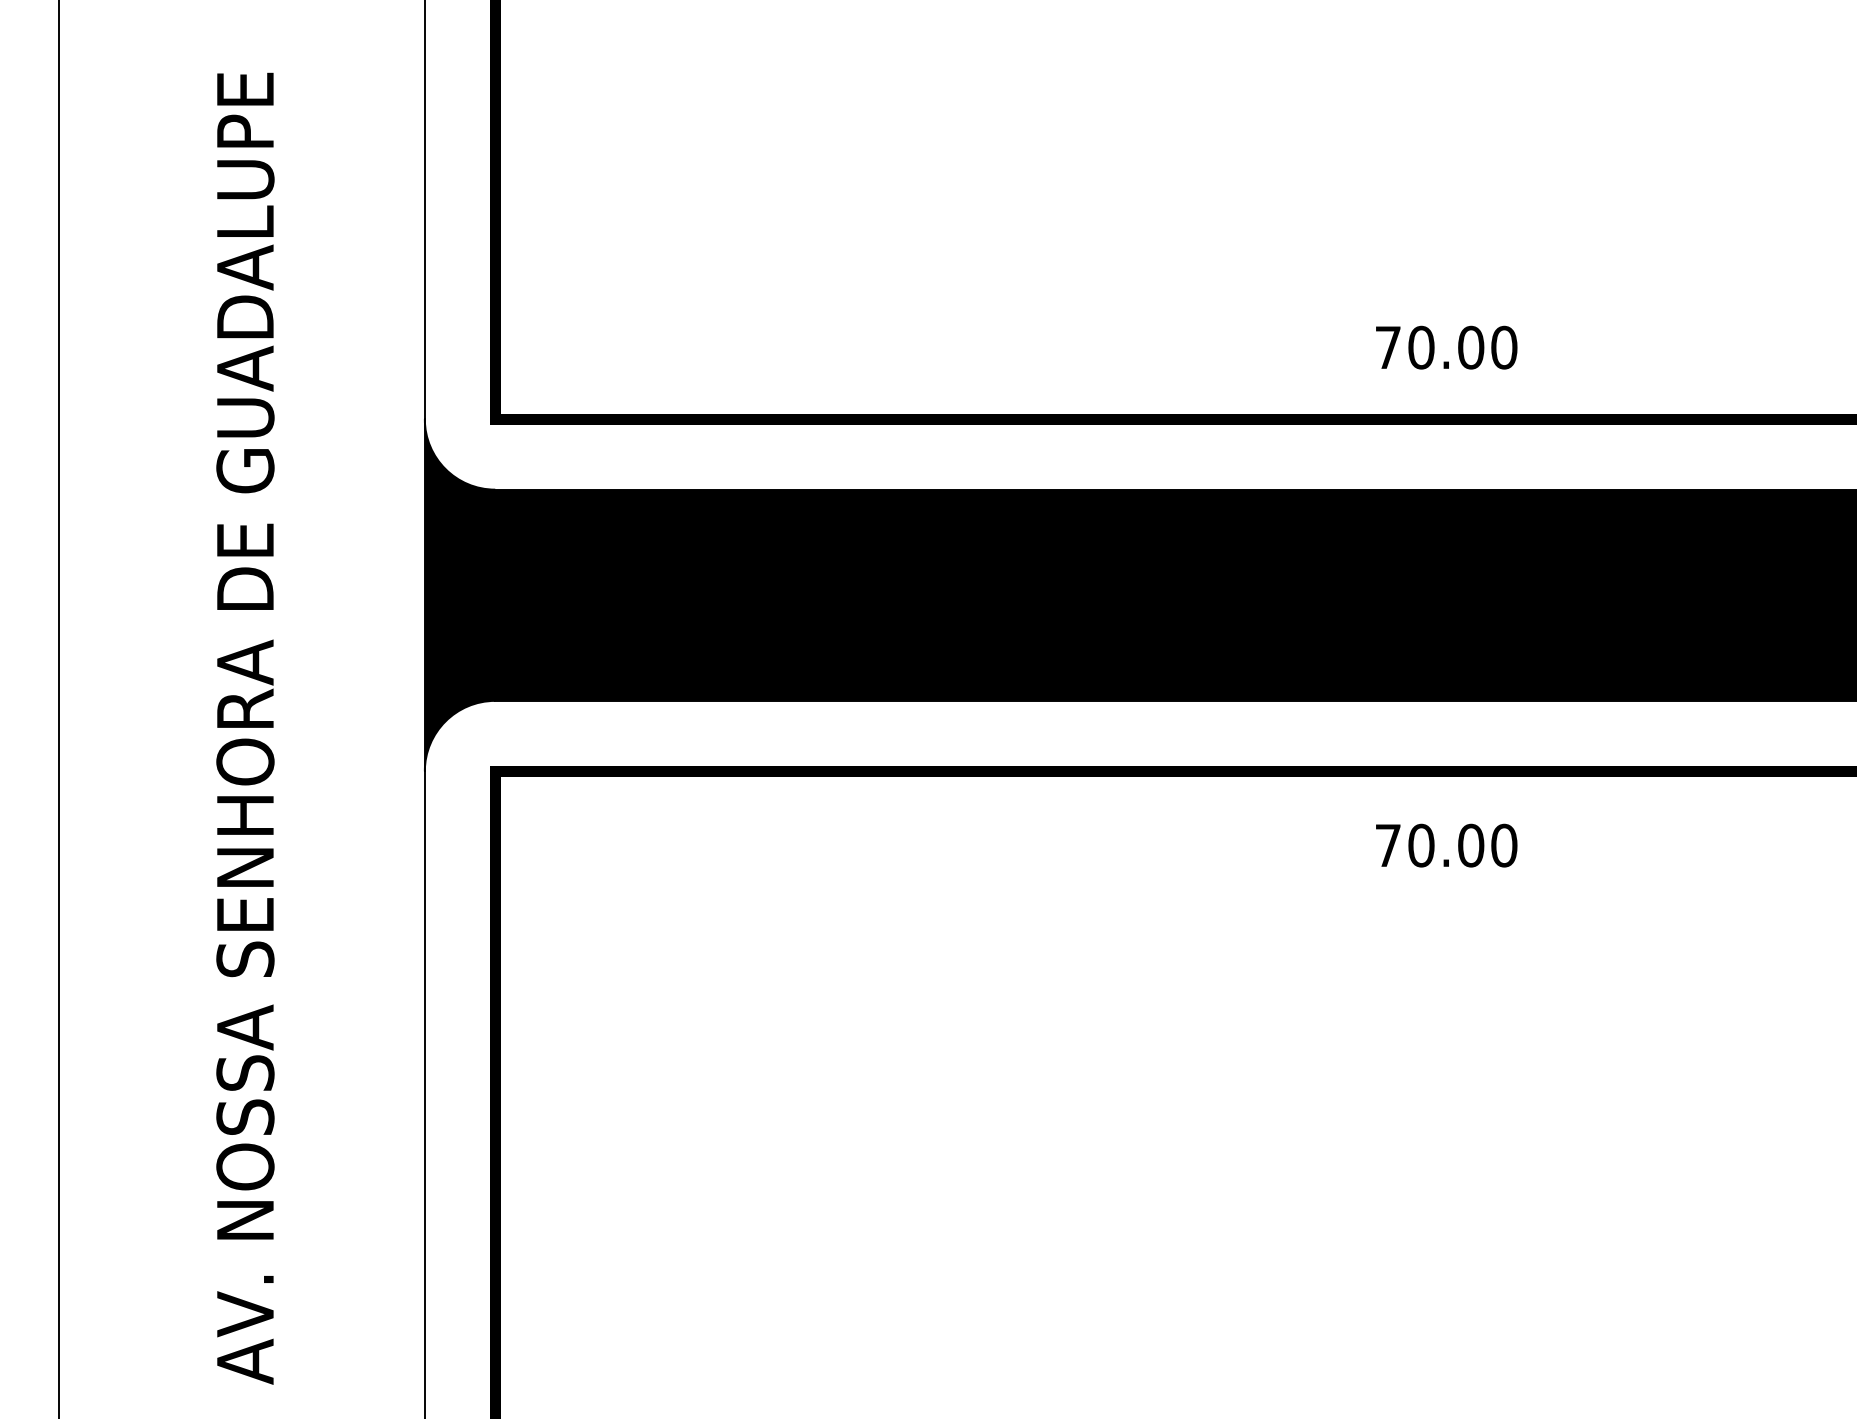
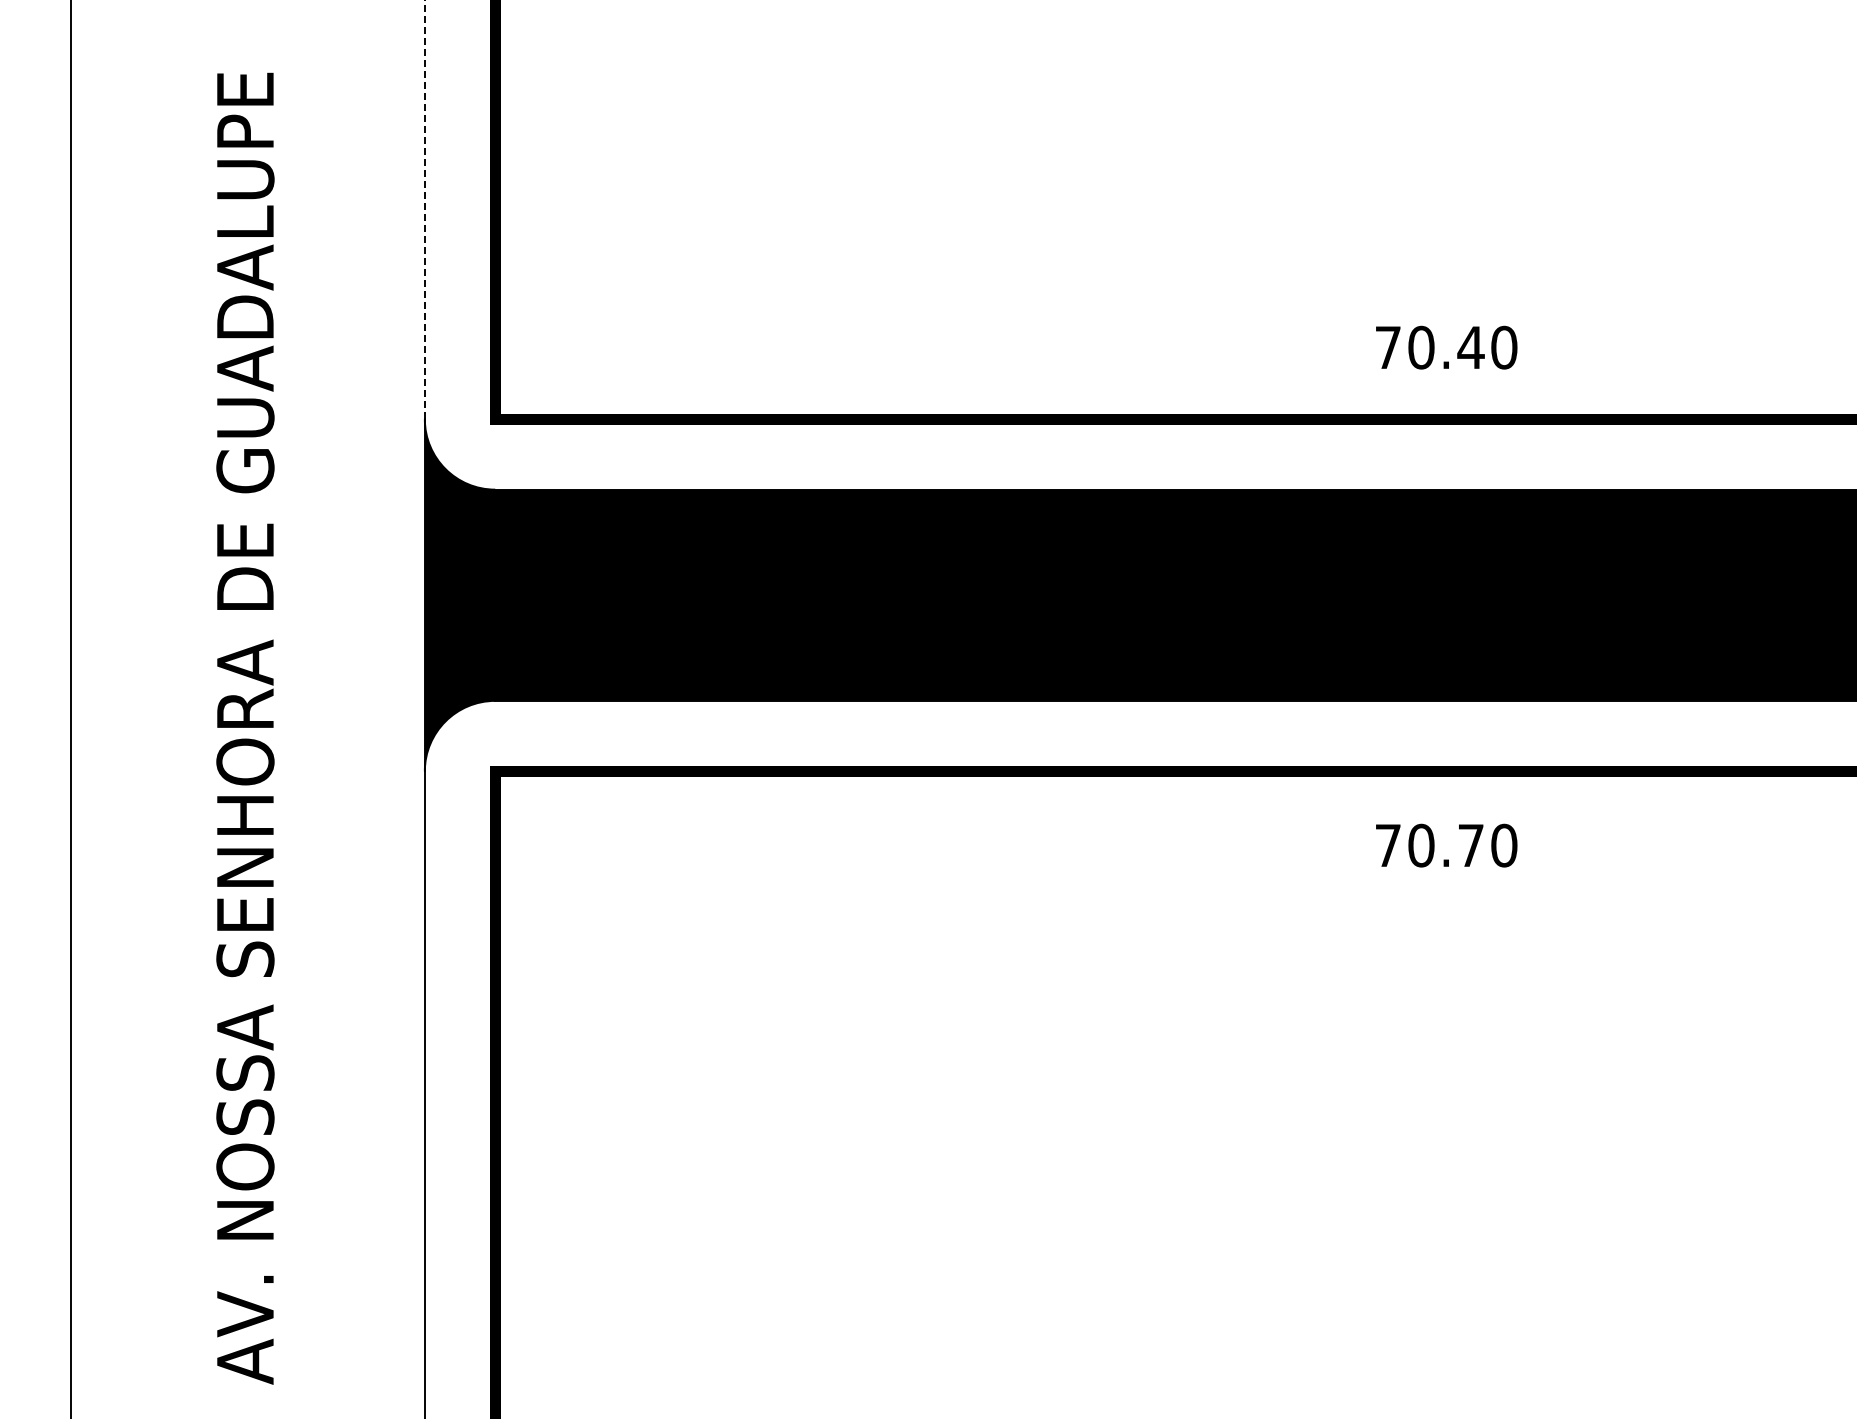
line at (424, 210): solid -> dashed
text at (1470, 347): 70.00 -> 70.40
line at (58, 708) position: (58, 708) -> (70, 708)
text at (1471, 845): 70.00 -> 70.70
